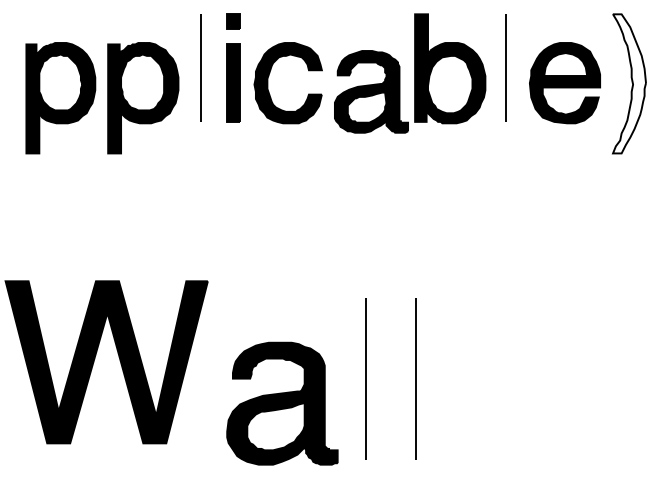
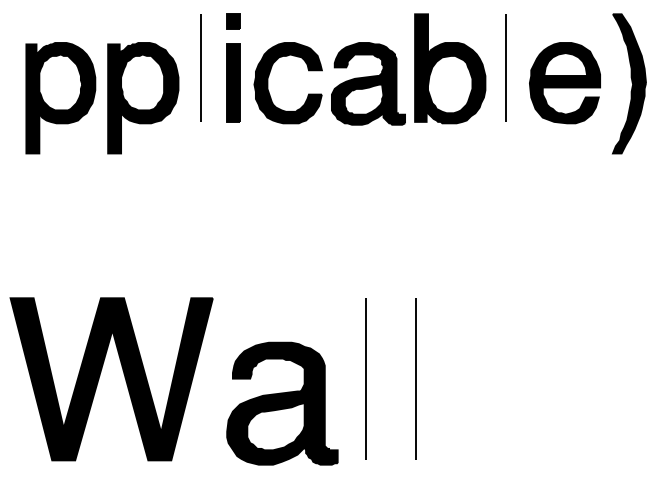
fill at (629, 83): none -> present
part at (371, 91) position: (371, 91) -> (368, 83)
part at (95, 359) position: (95, 359) -> (100, 376)
